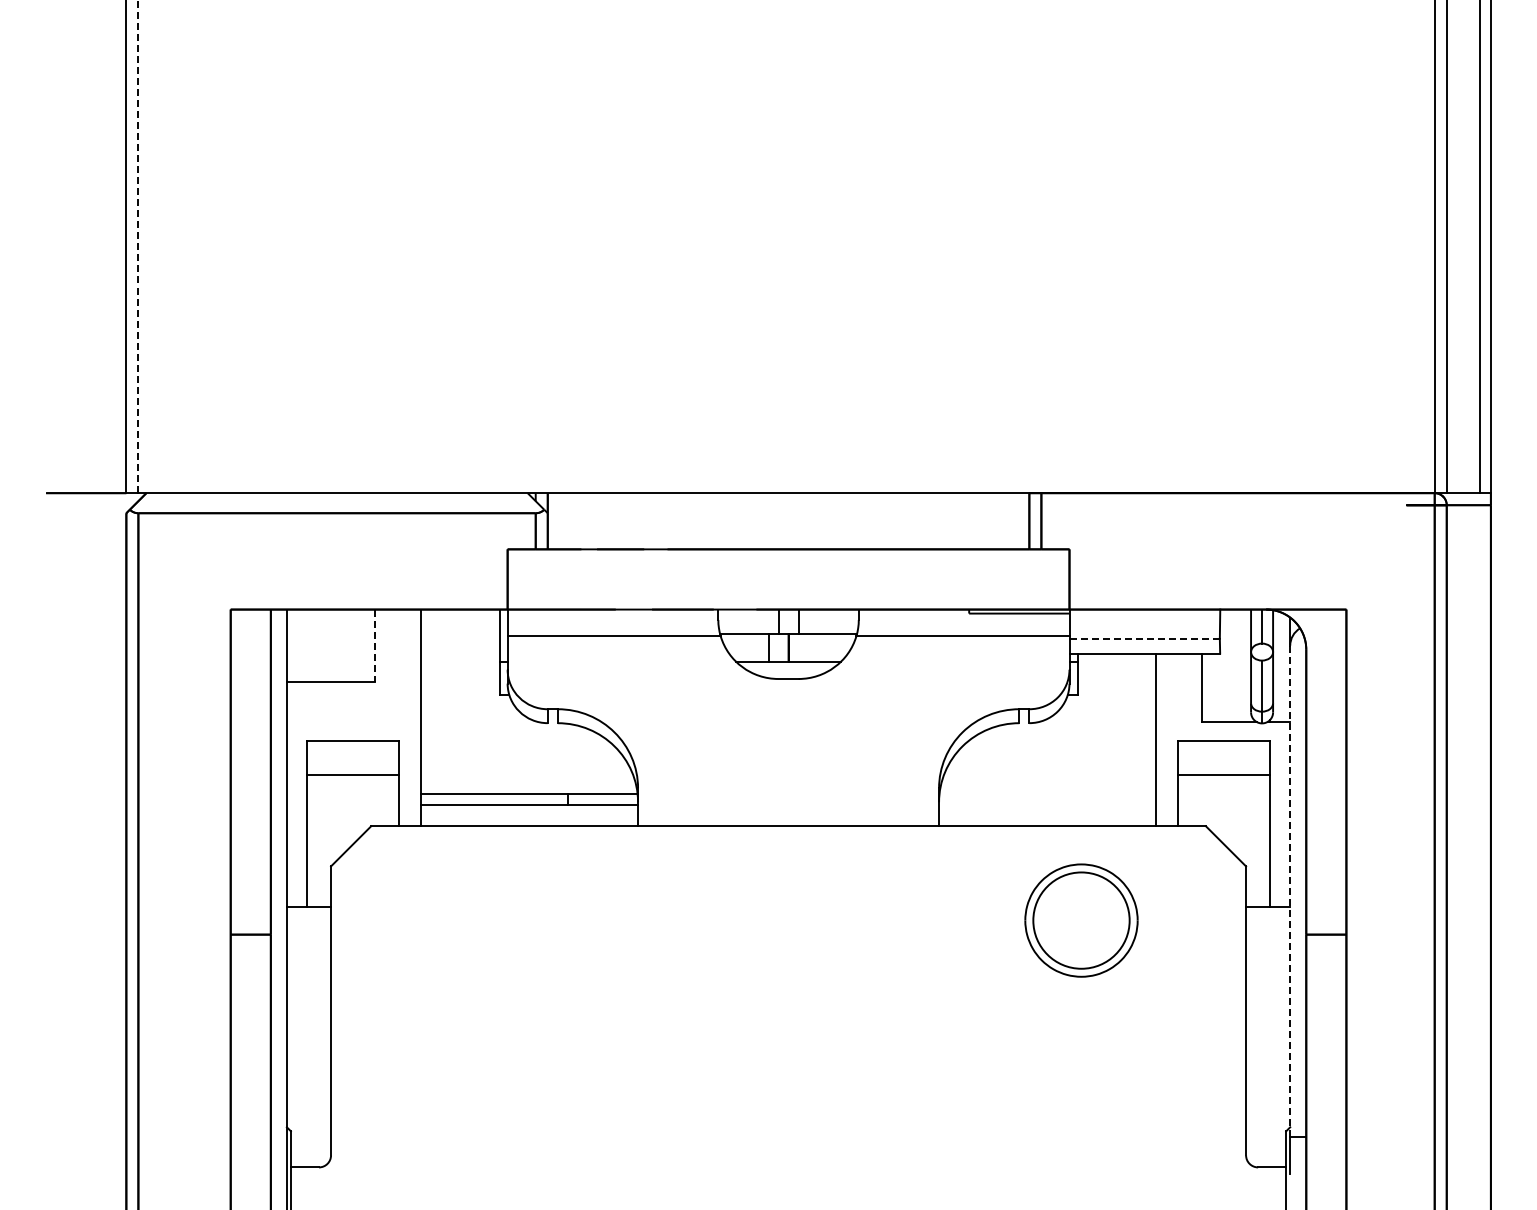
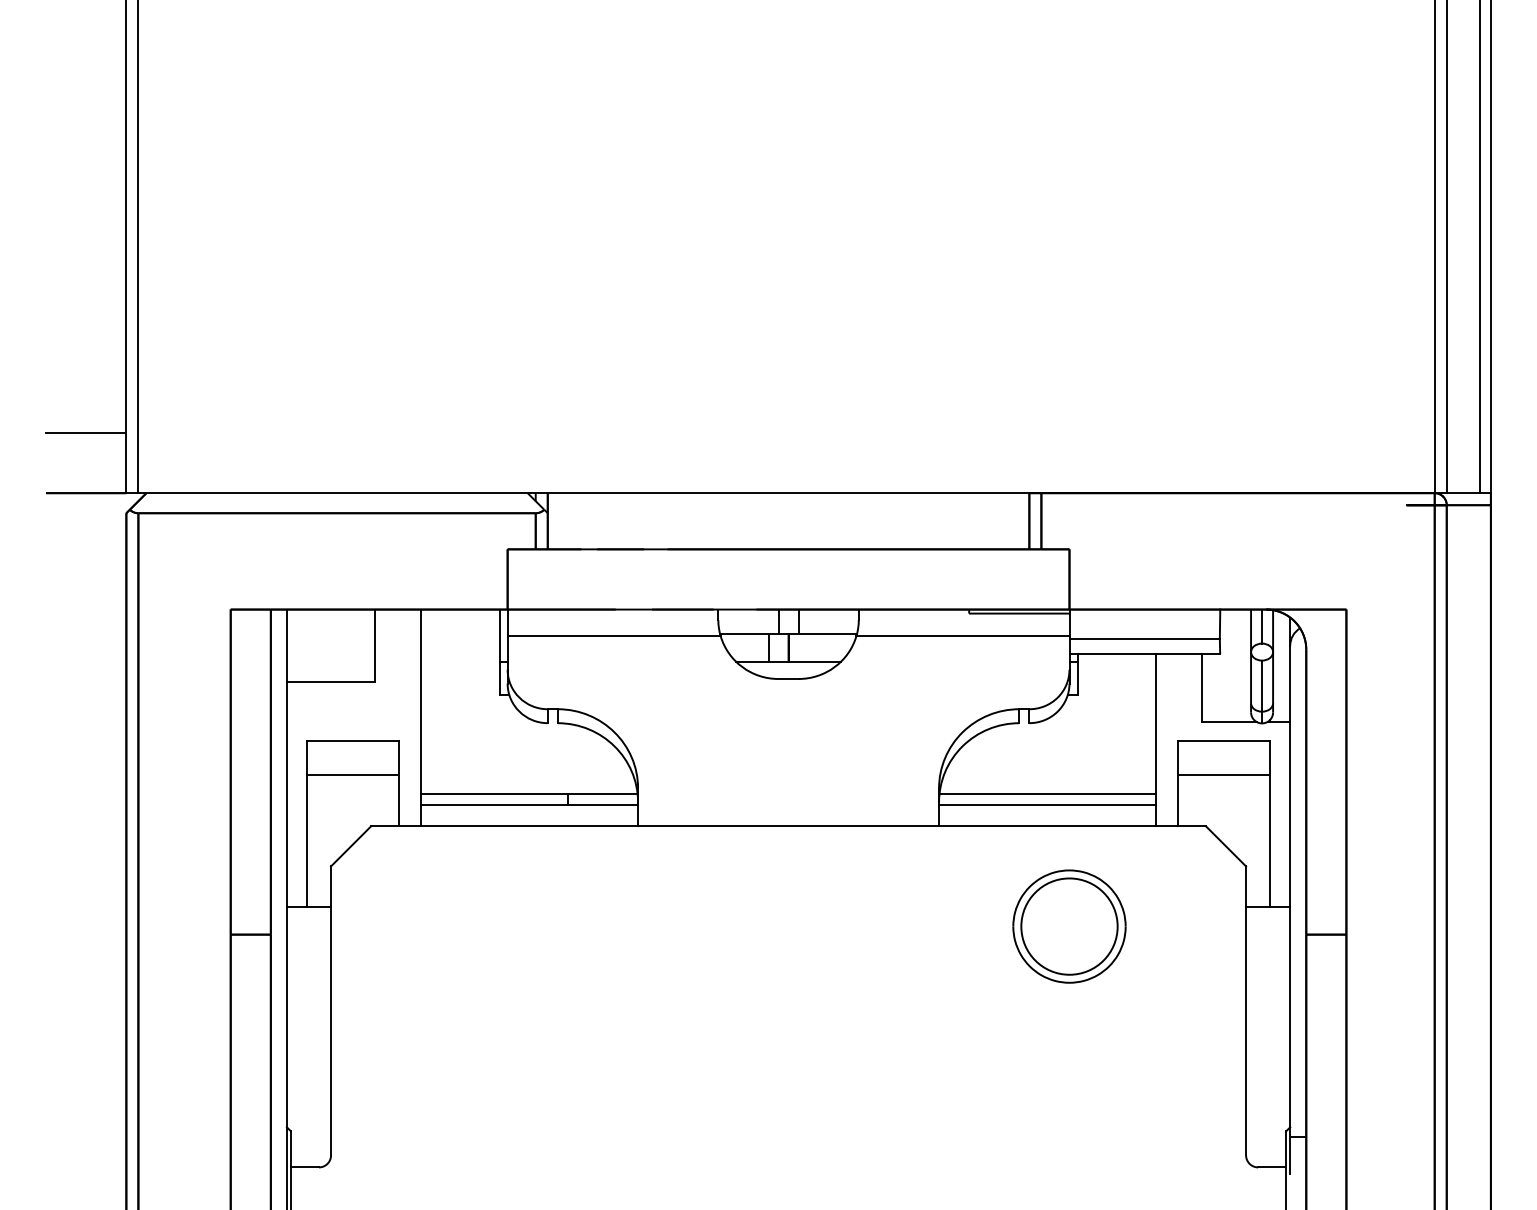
line at (138, 247): dashed -> solid
line at (86, 432): none -> present
line at (1145, 638): dashed -> solid
line at (375, 646): dashed -> solid
line at (1047, 794): none -> present
line at (1047, 804): none -> present
line at (1290, 891): dashed -> solid
part at (1081, 920) position: (1081, 920) -> (1069, 926)
